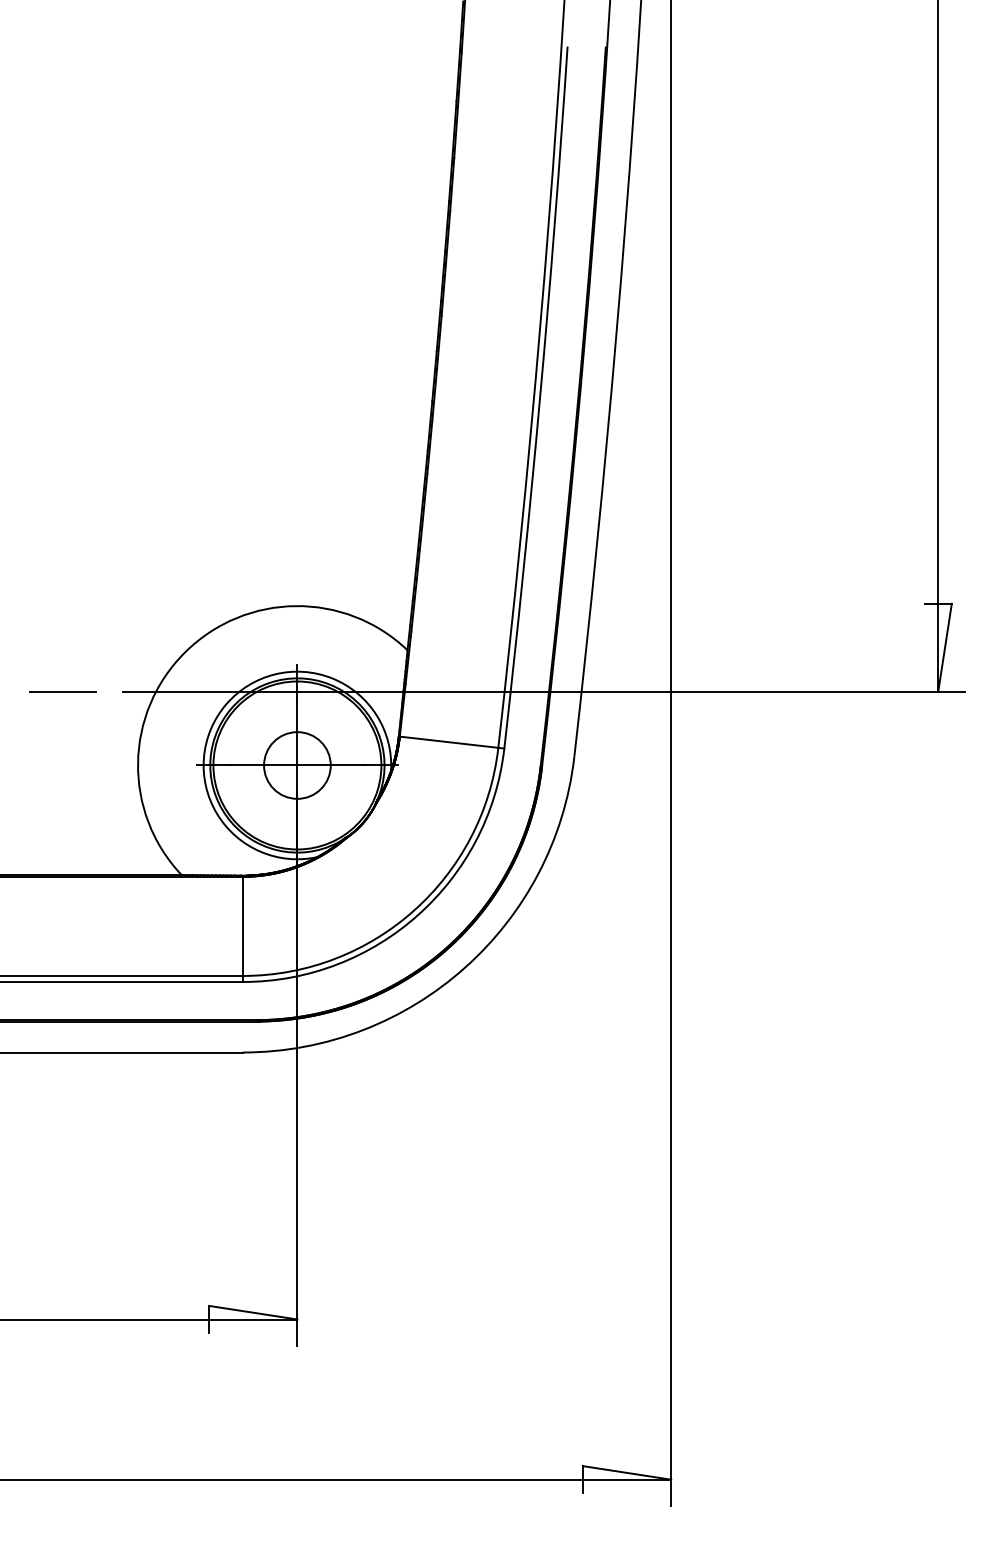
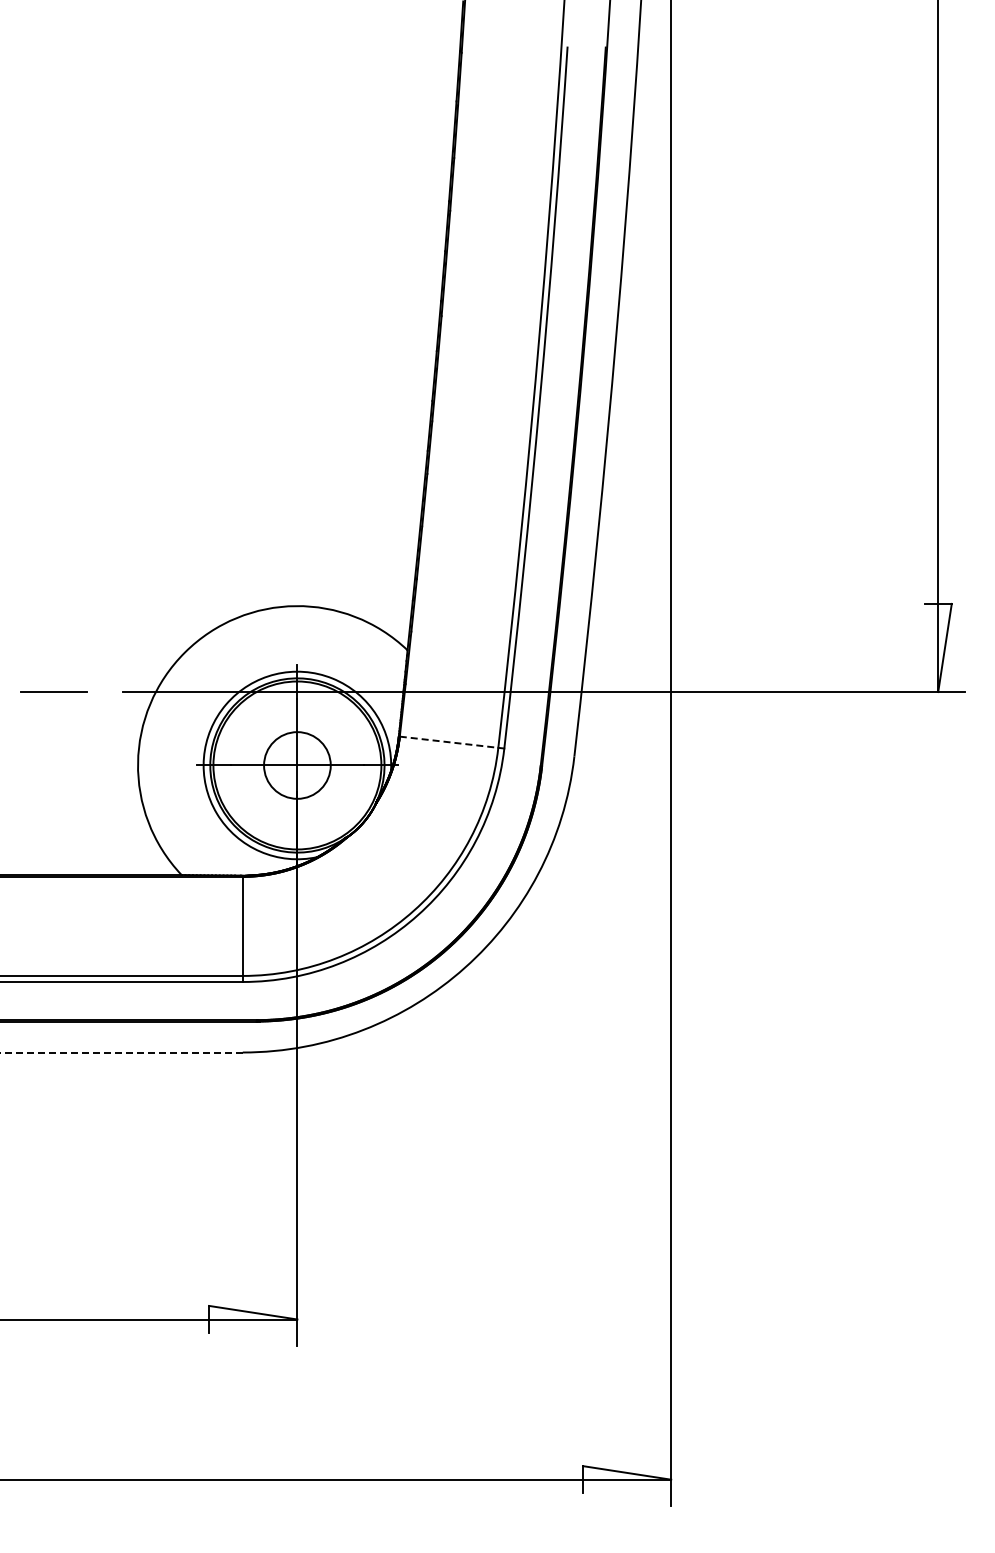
line at (62, 691) position: (62, 691) -> (53, 691)
line at (449, 742): solid -> dashed
line at (121, 1052): solid -> dashed
